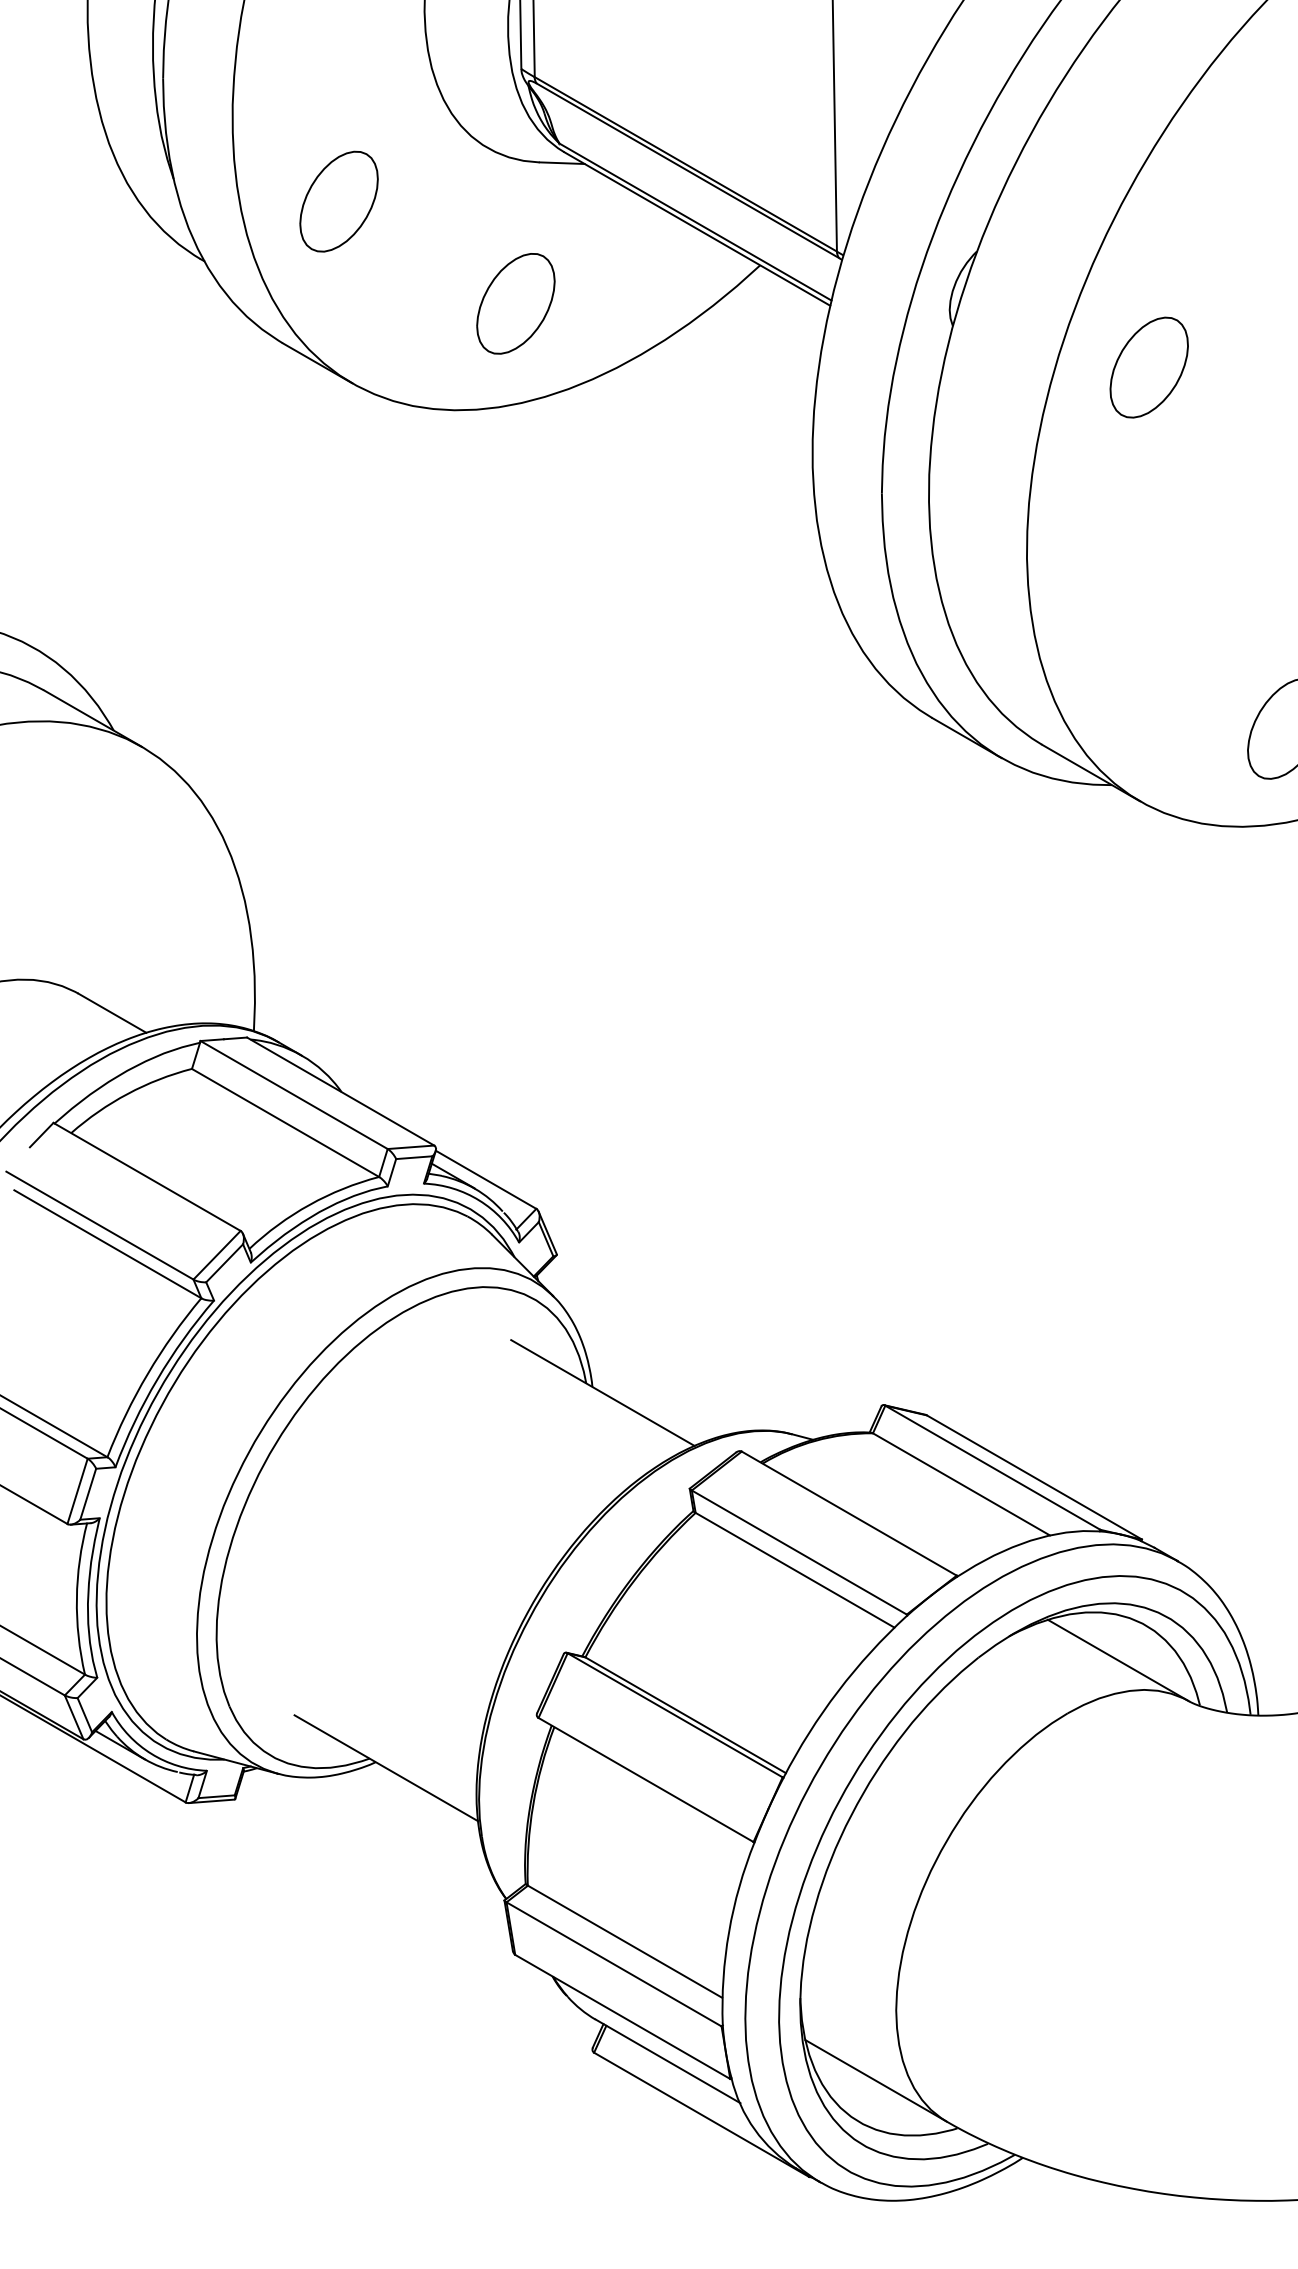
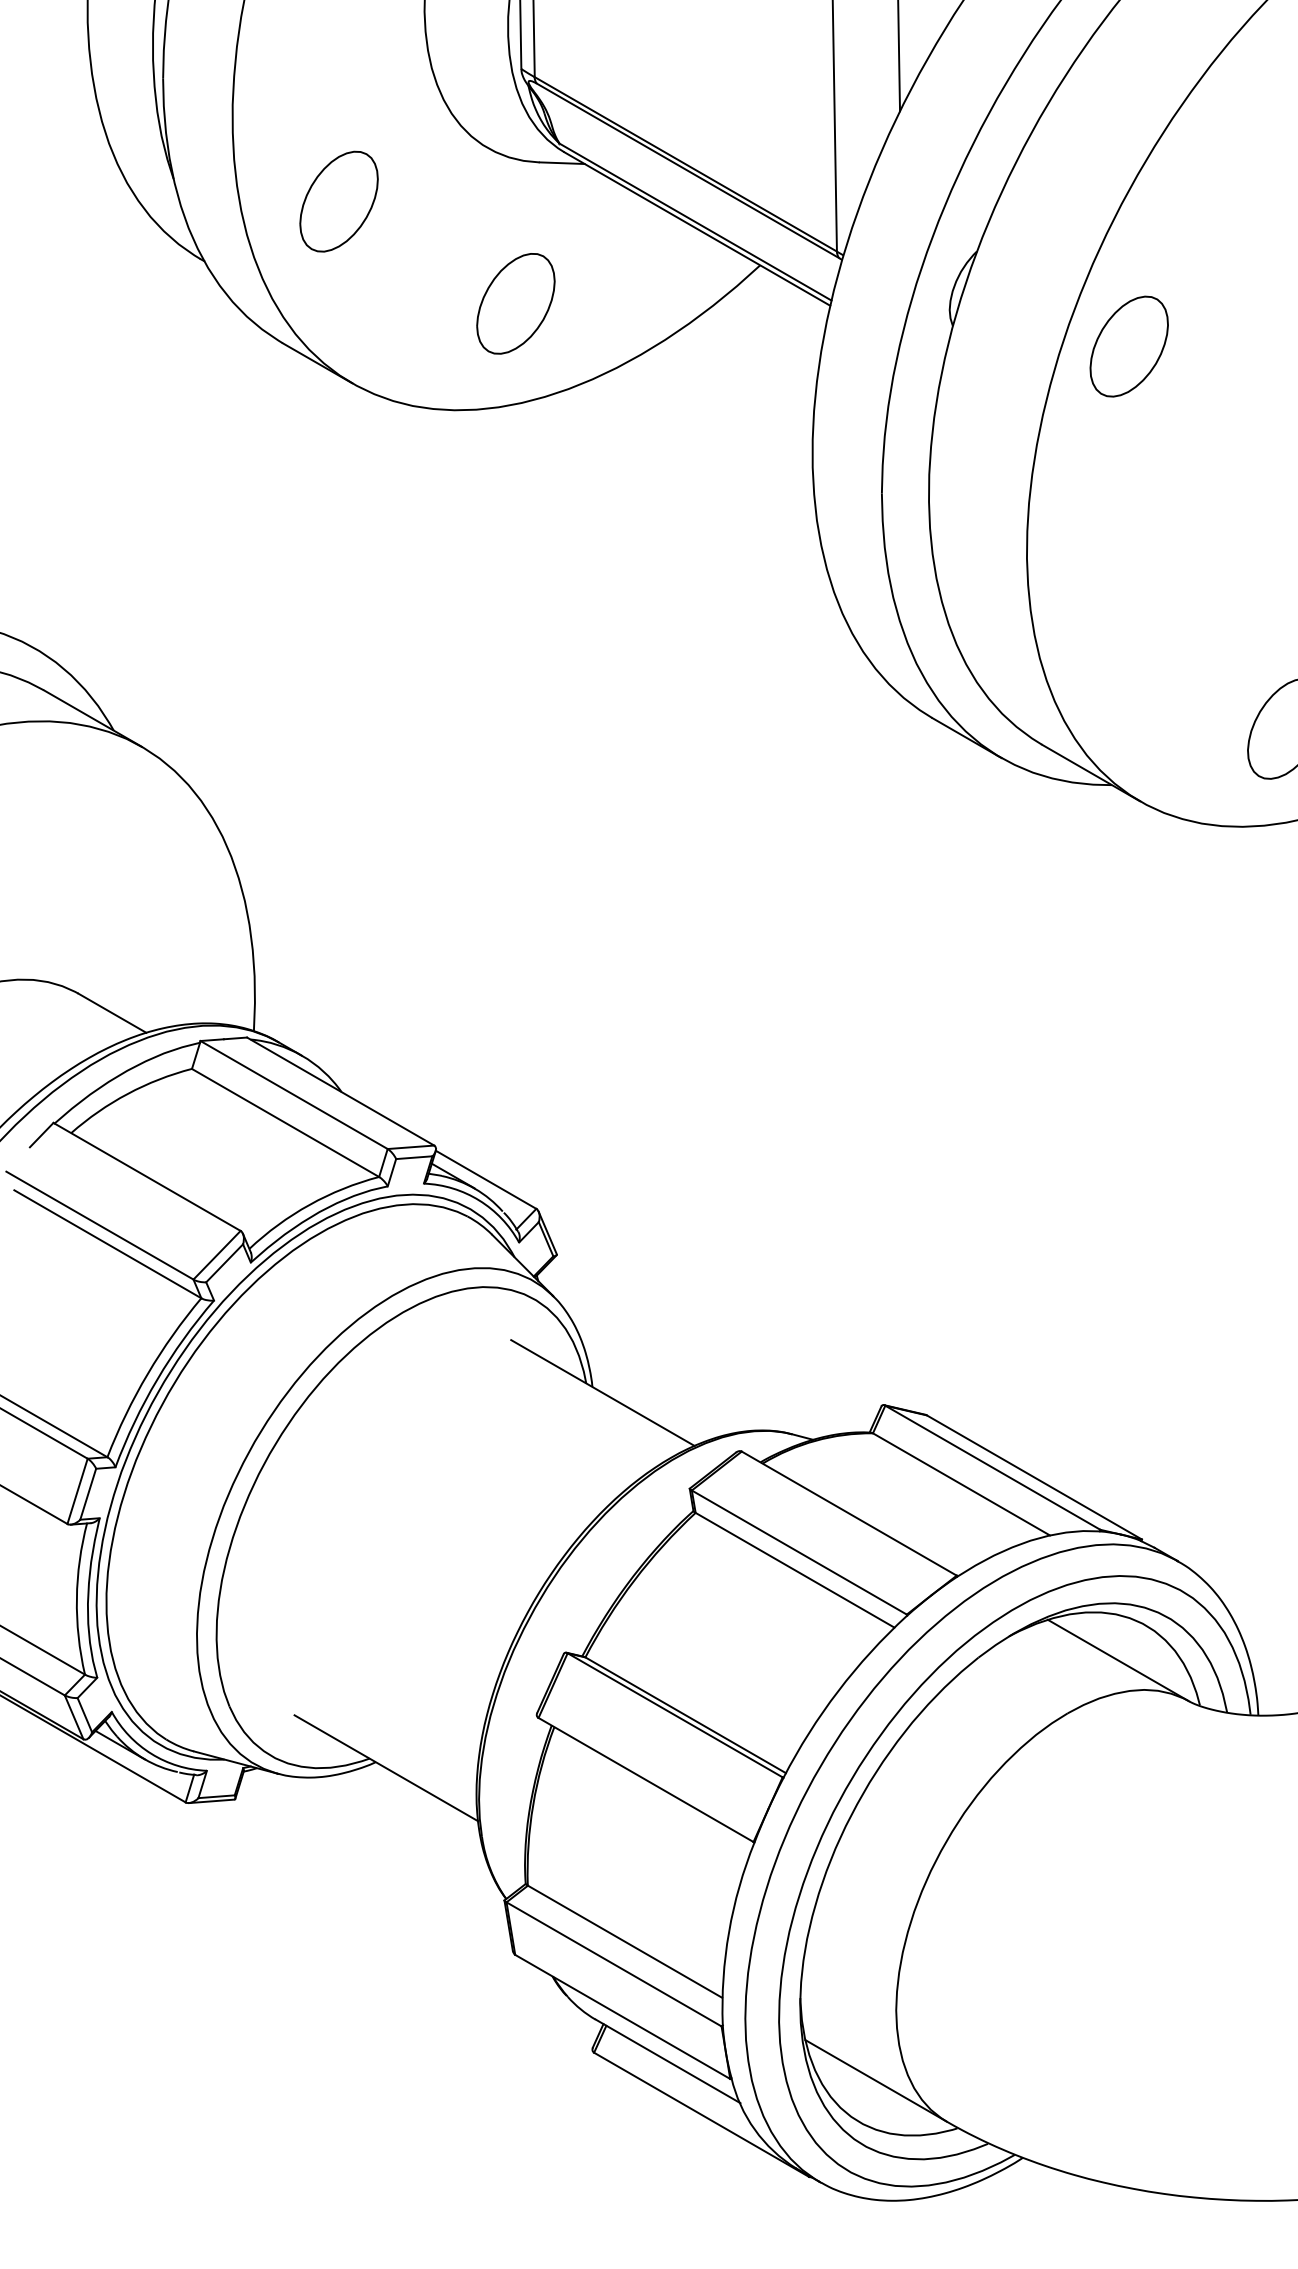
line at (899, 56): none -> present
part at (1148, 367) position: (1148, 367) -> (1128, 346)
